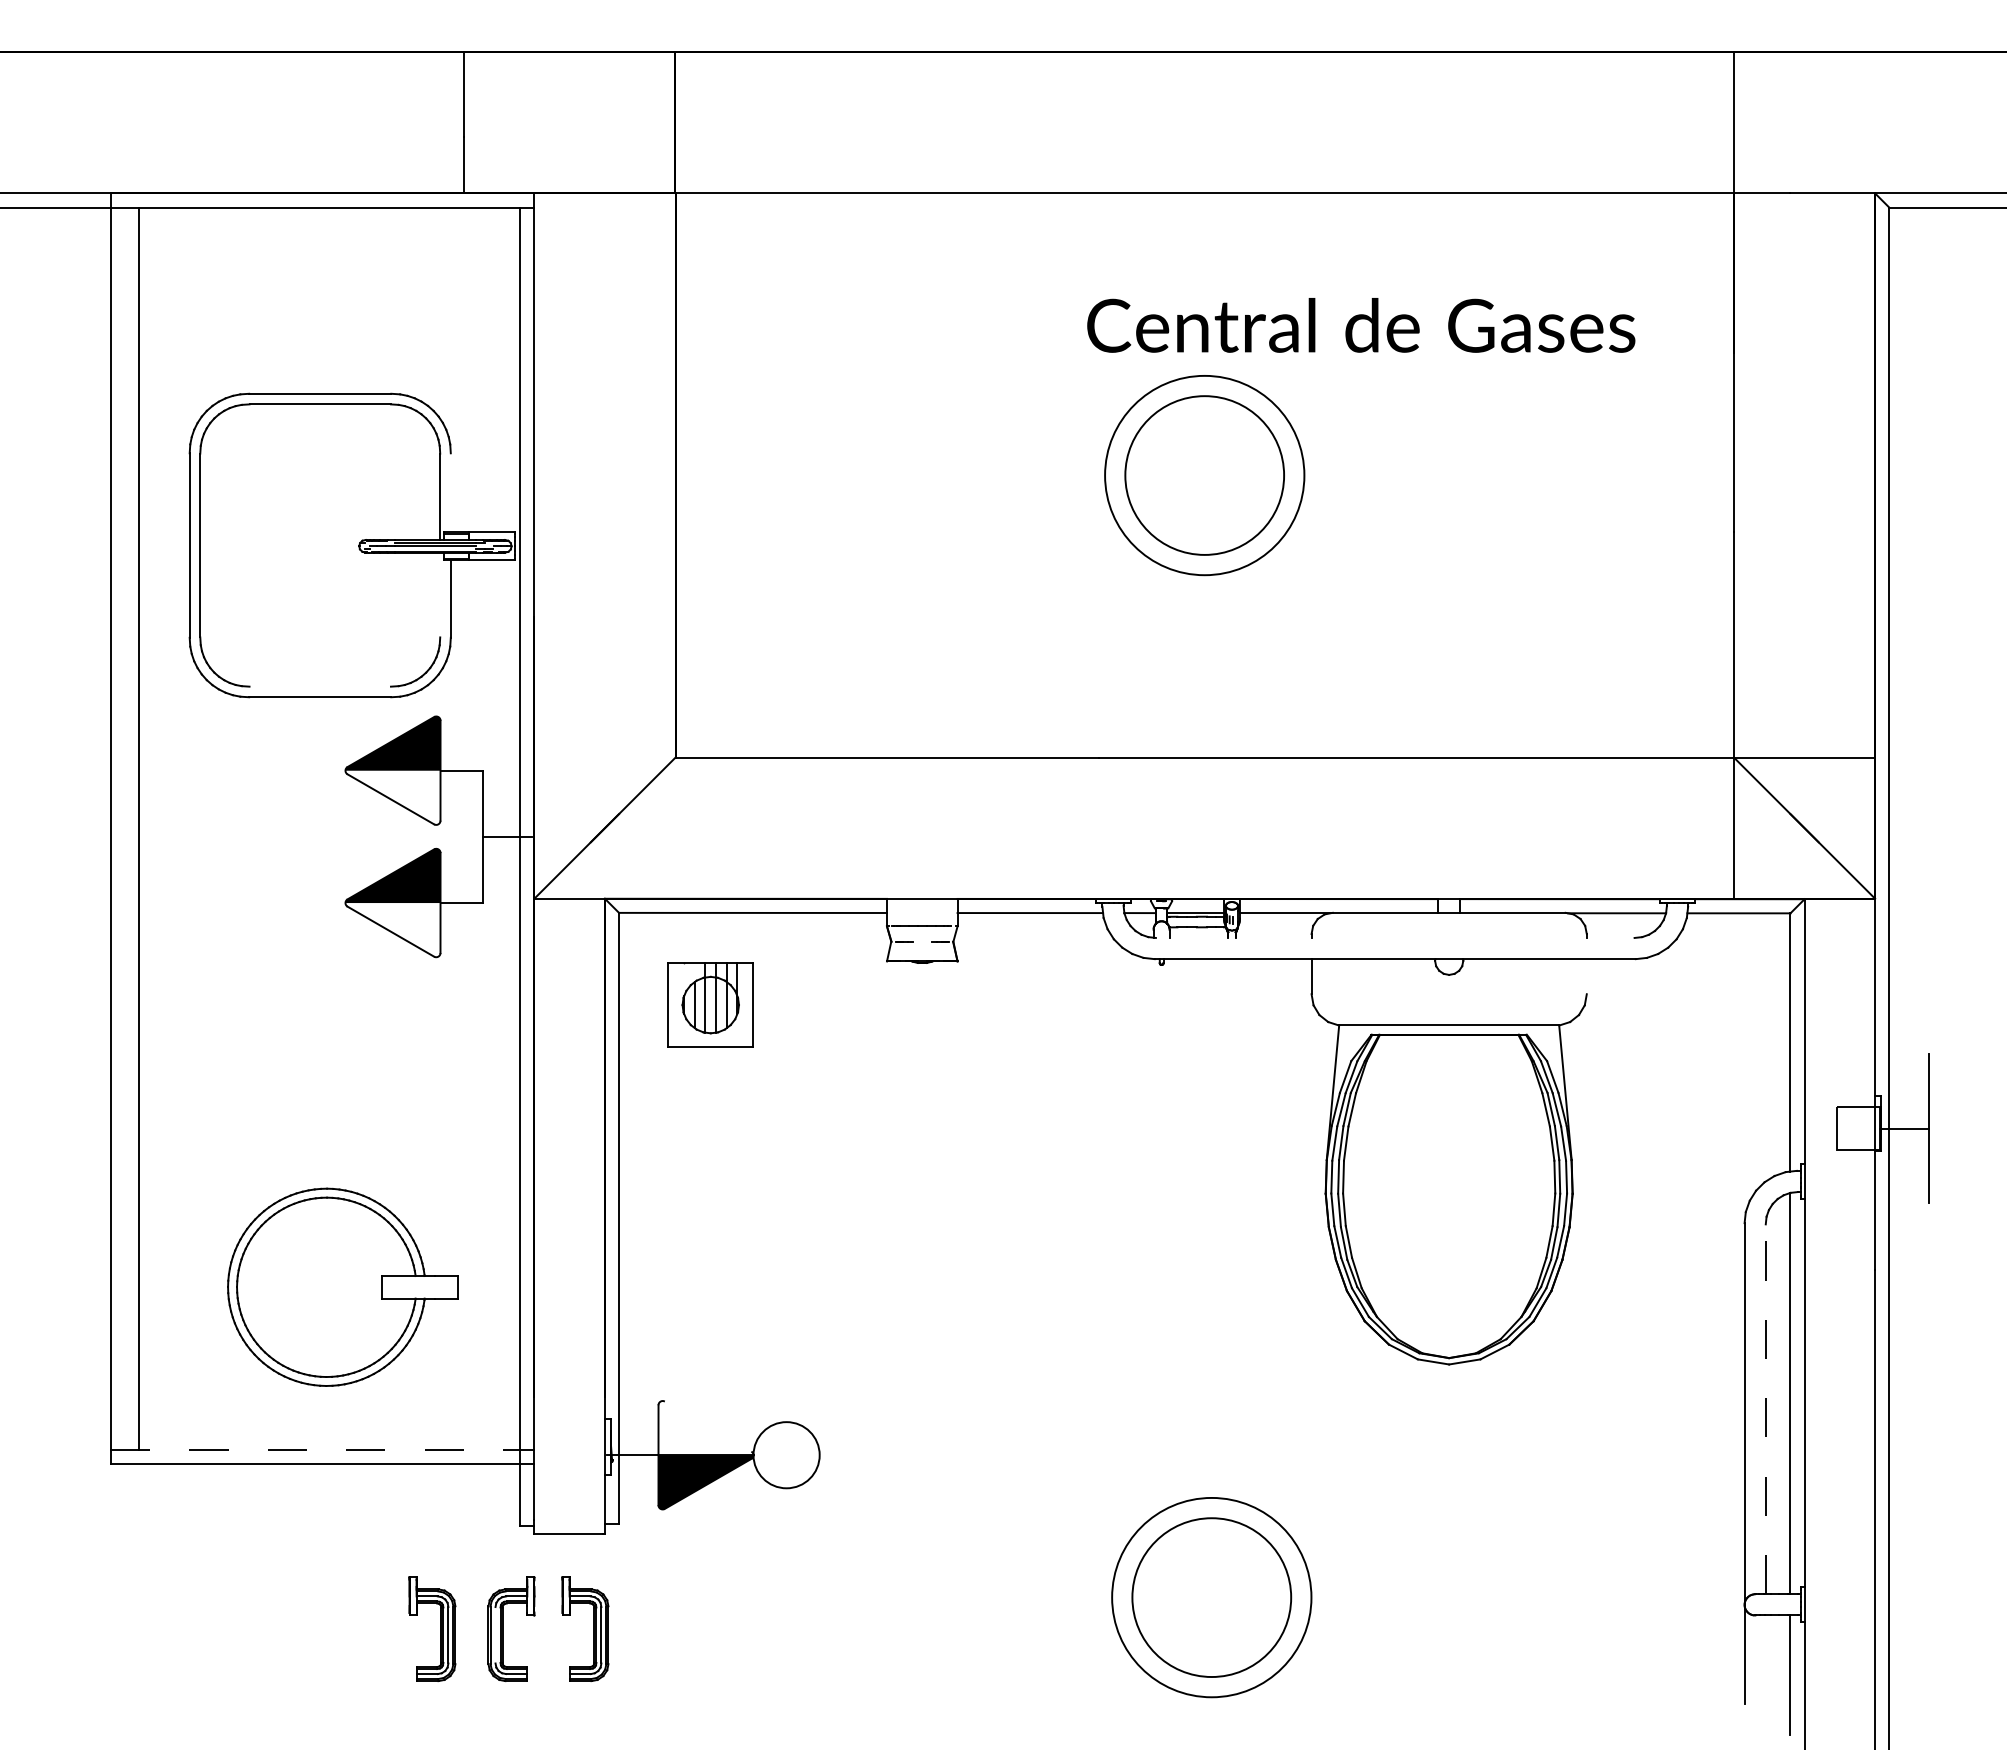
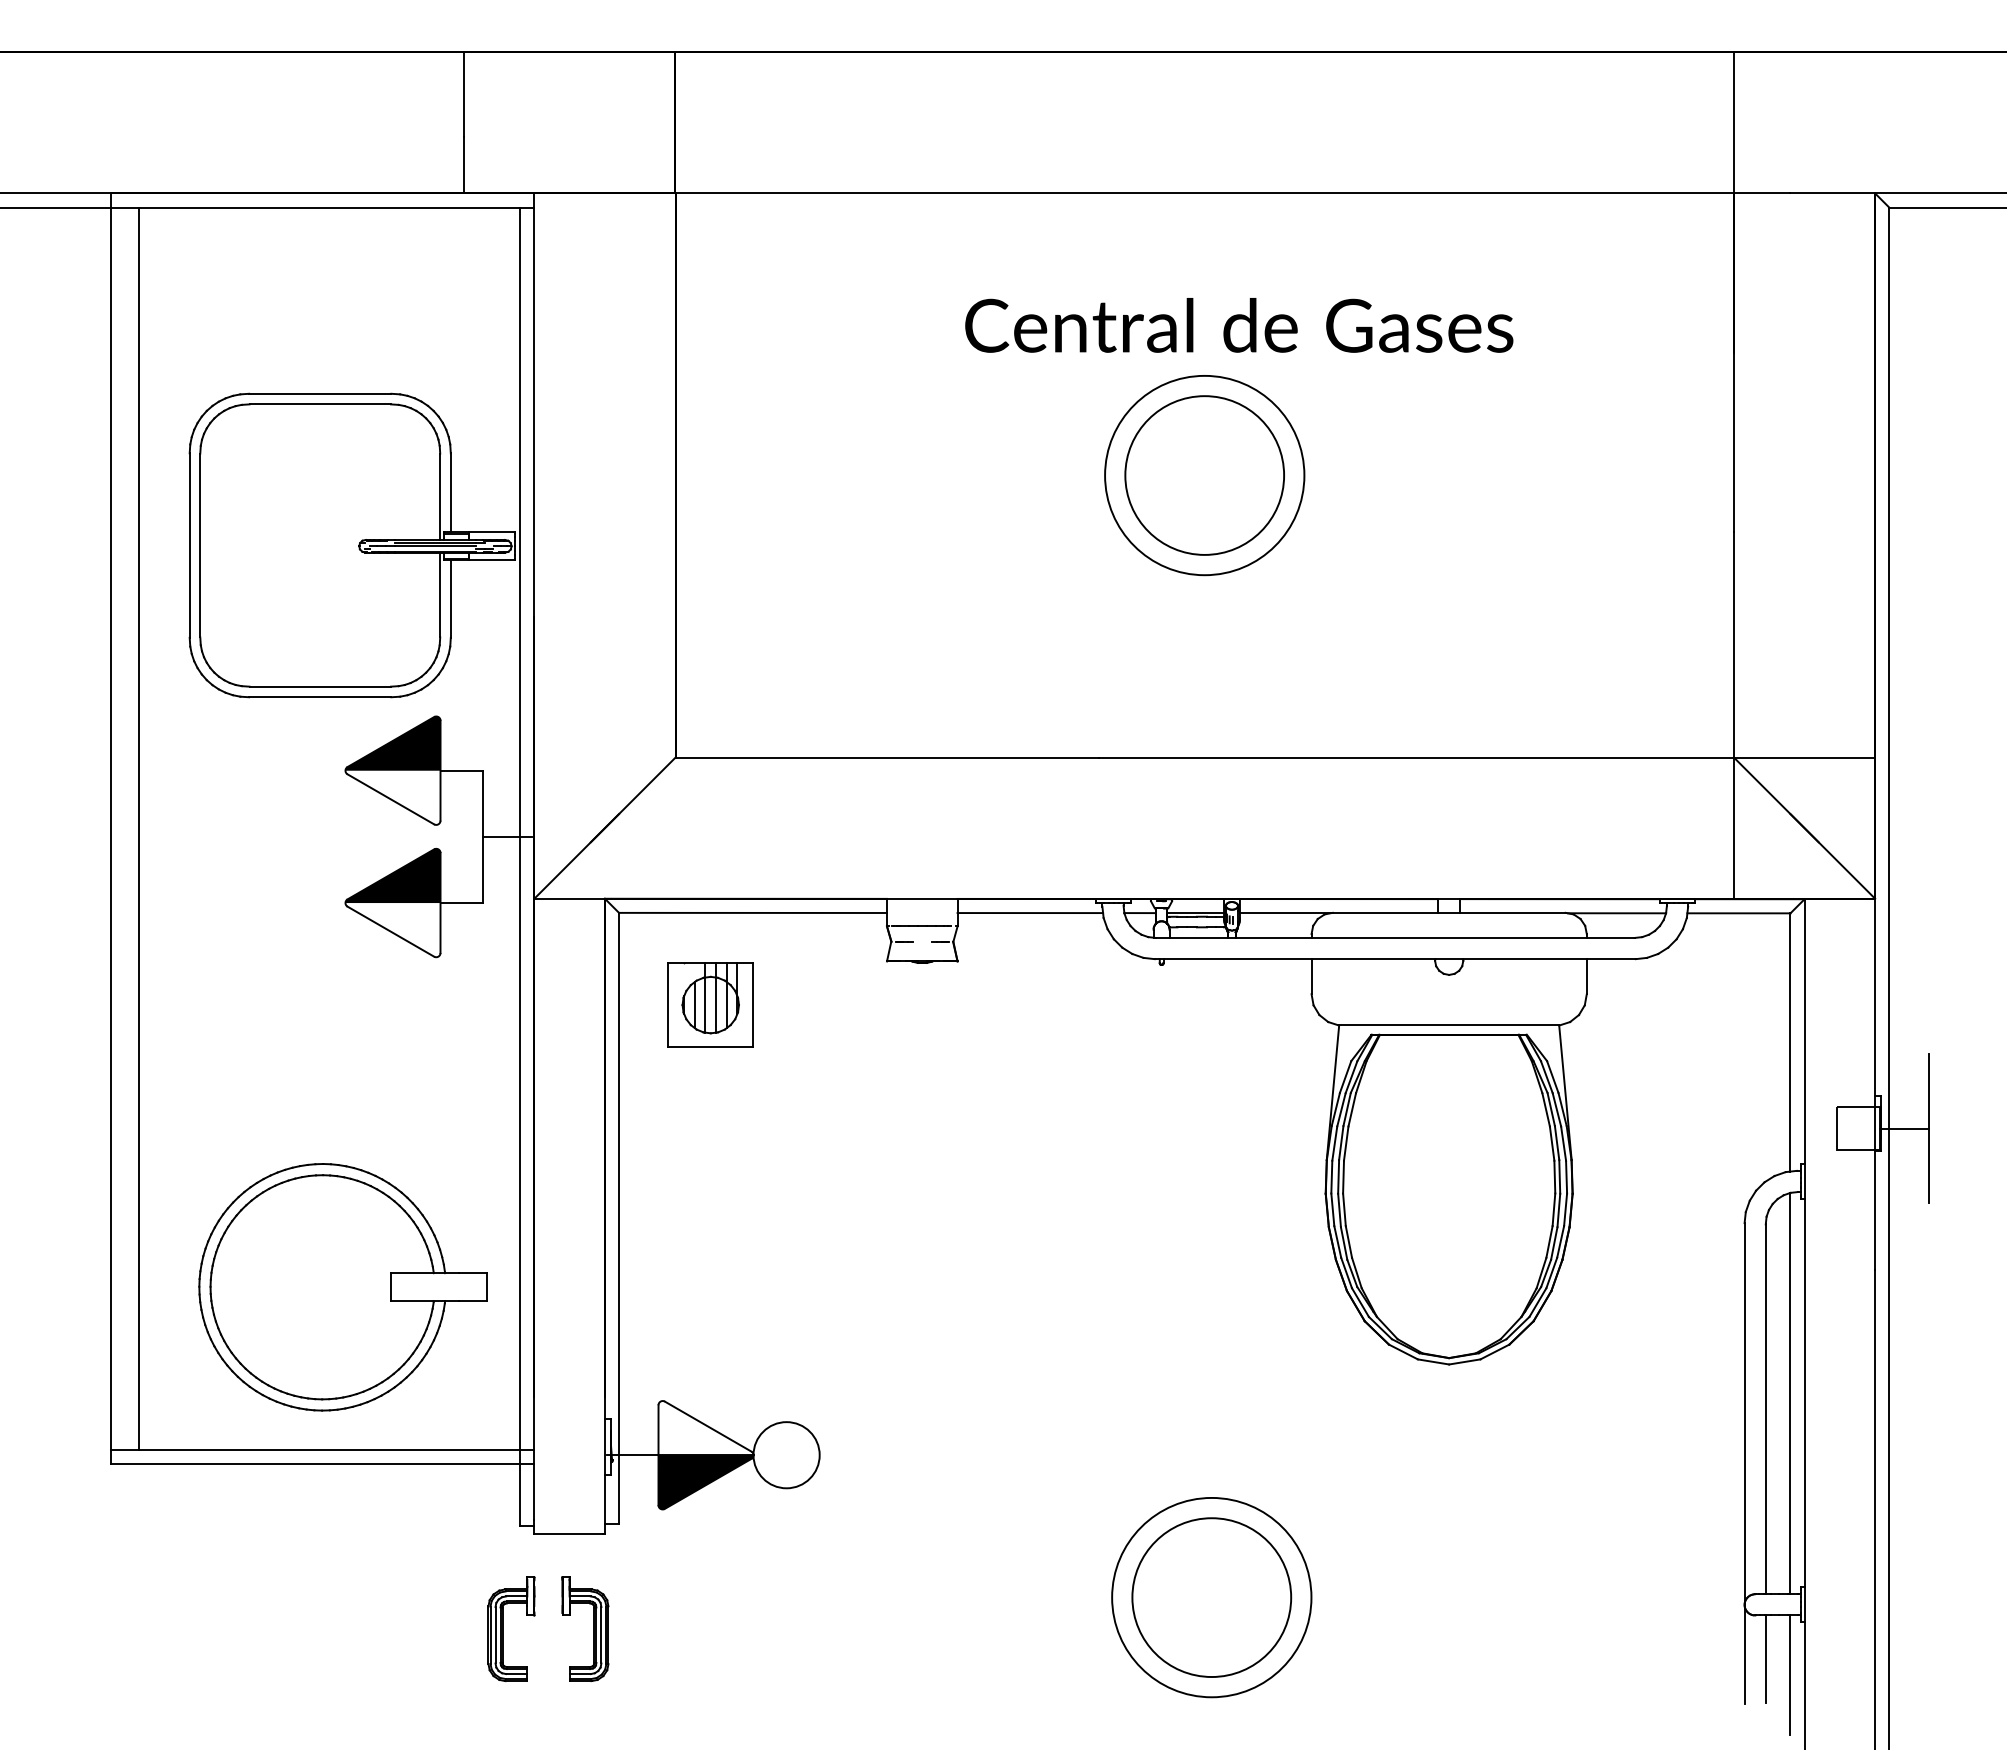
text at (1361, 325) position: (1361, 325) -> (1239, 325)
line at (450, 492): none -> present
line at (440, 594): none -> present
line at (319, 686): none -> present
line at (1394, 937): none -> present
line at (1586, 976): none -> present
part at (342, 1286) size: 232x200 px -> 290x249 px
line at (1765, 1409): dashed -> solid
line at (707, 1426): none -> present
line at (315, 1449): dashed -> solid
part at (440, 1628): present -> none
line at (495, 1635): none -> present
line at (1765, 1659): none -> present
